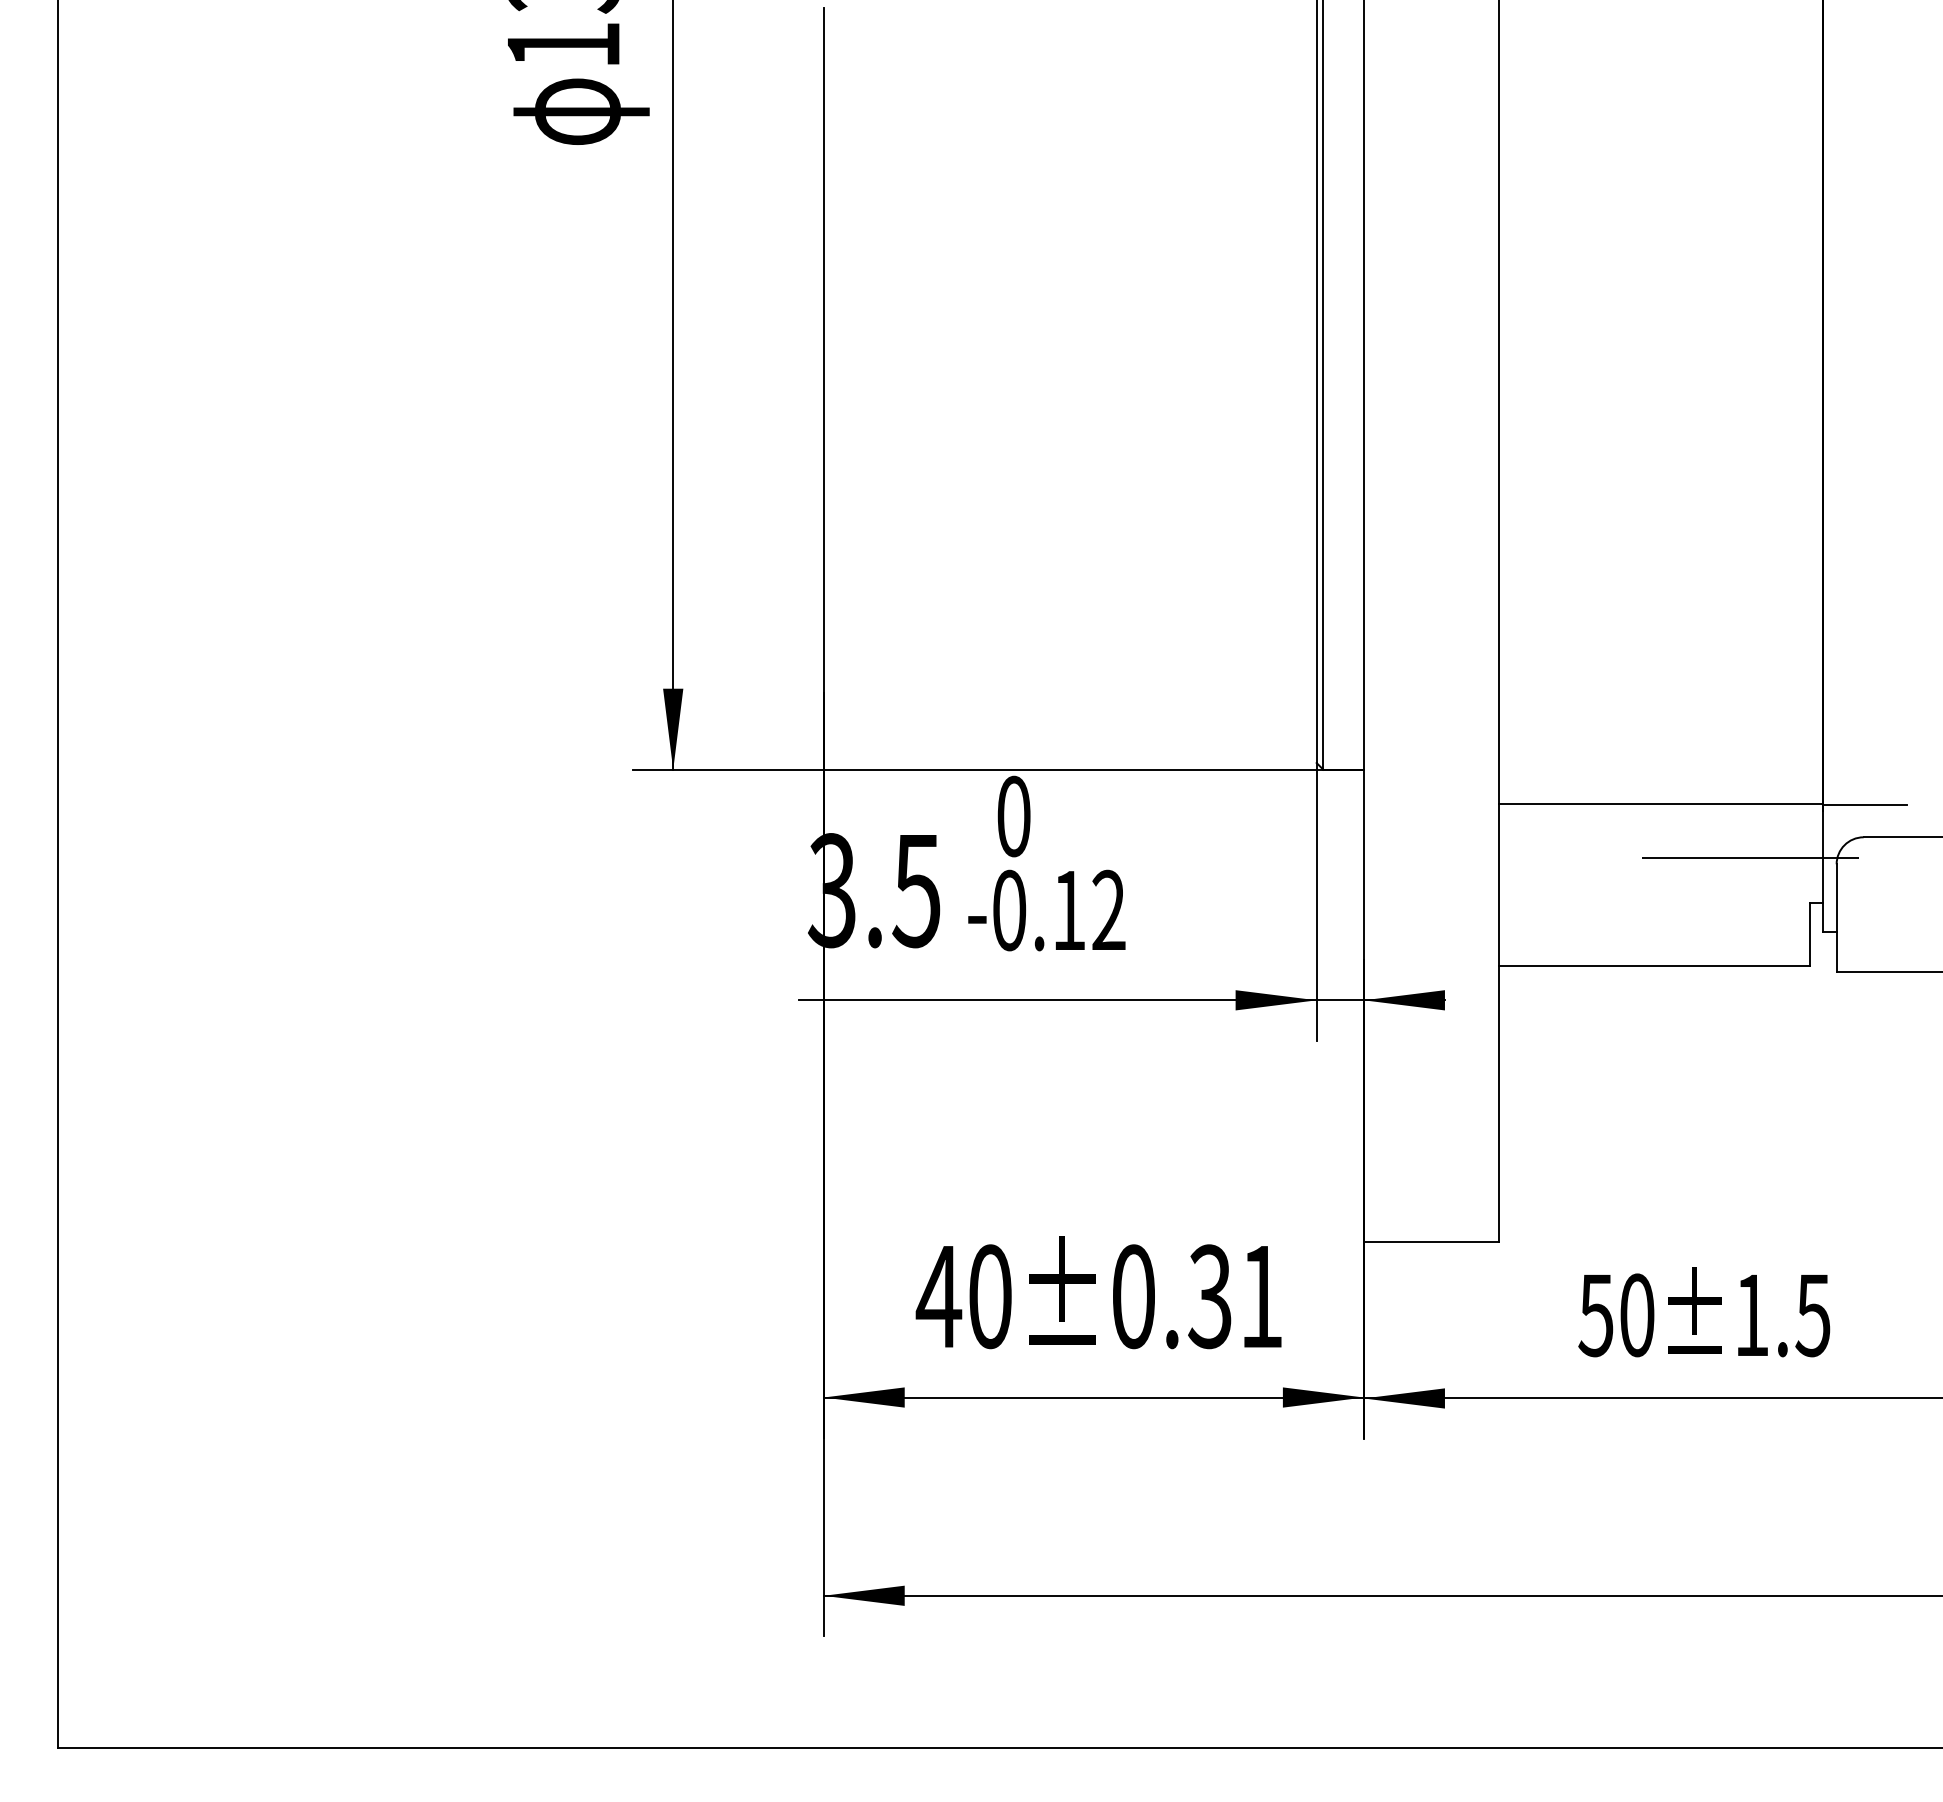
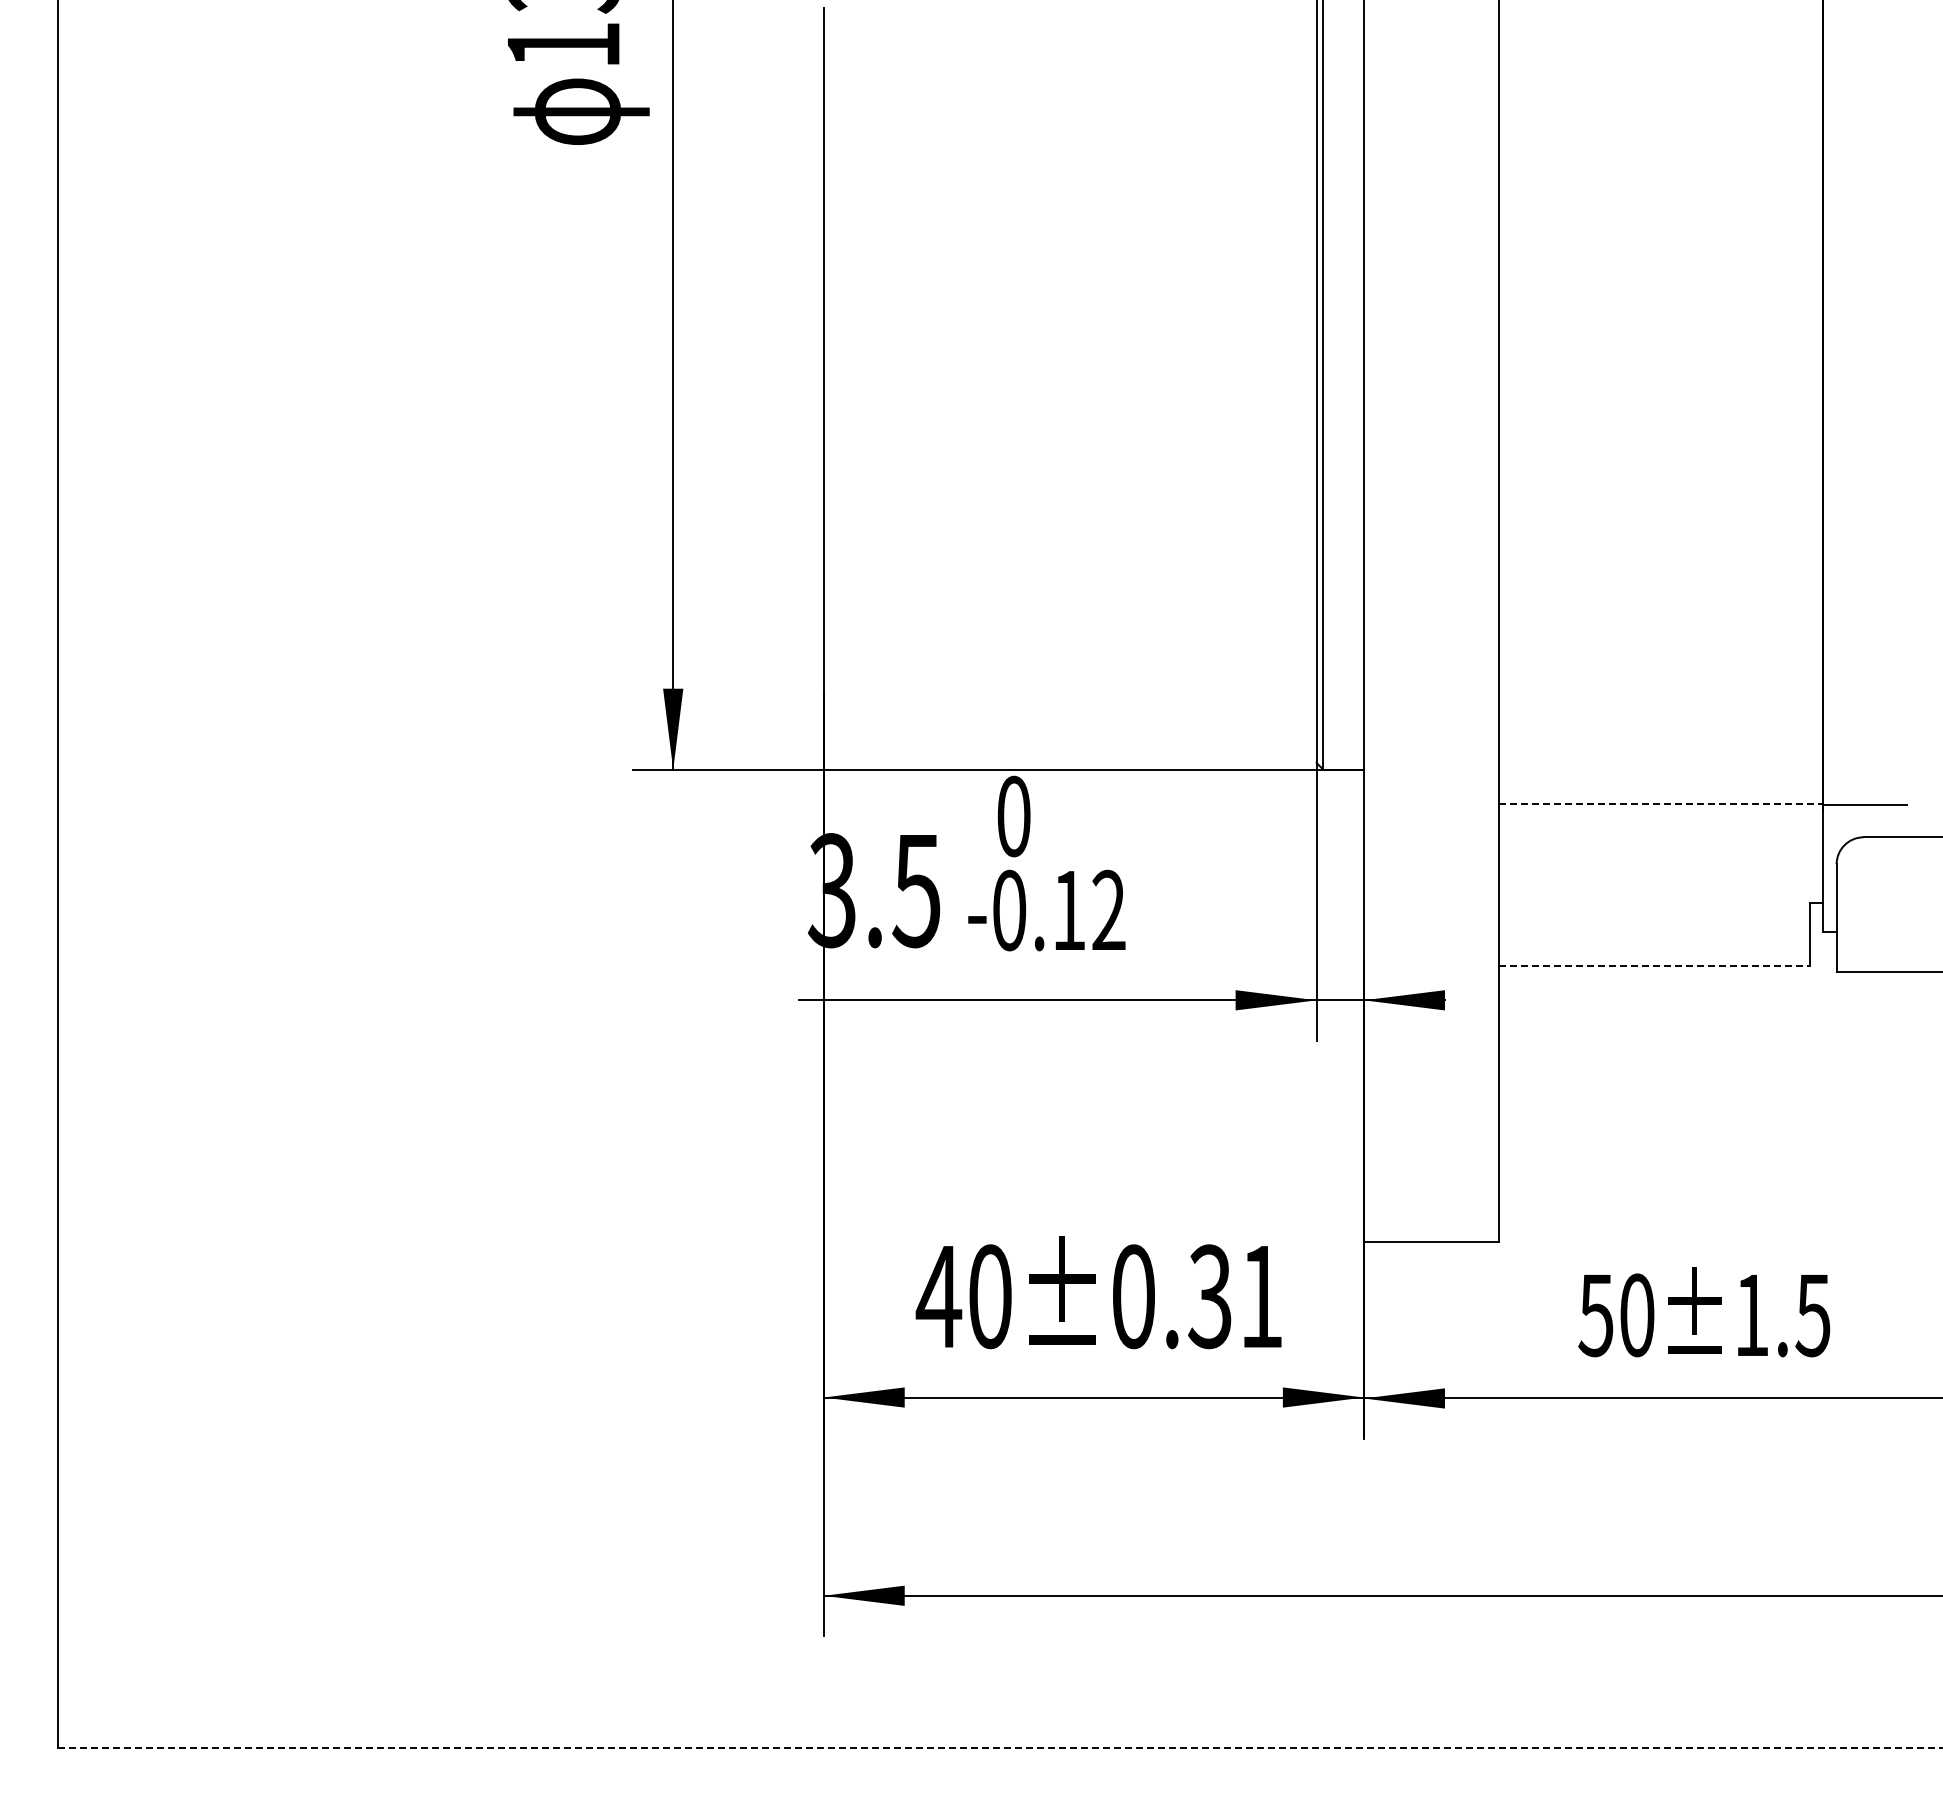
line at (1661, 803): solid -> dashed
line at (1750, 857): present -> none
line at (1654, 965): solid -> dashed
line at (1000, 1748): solid -> dashed
